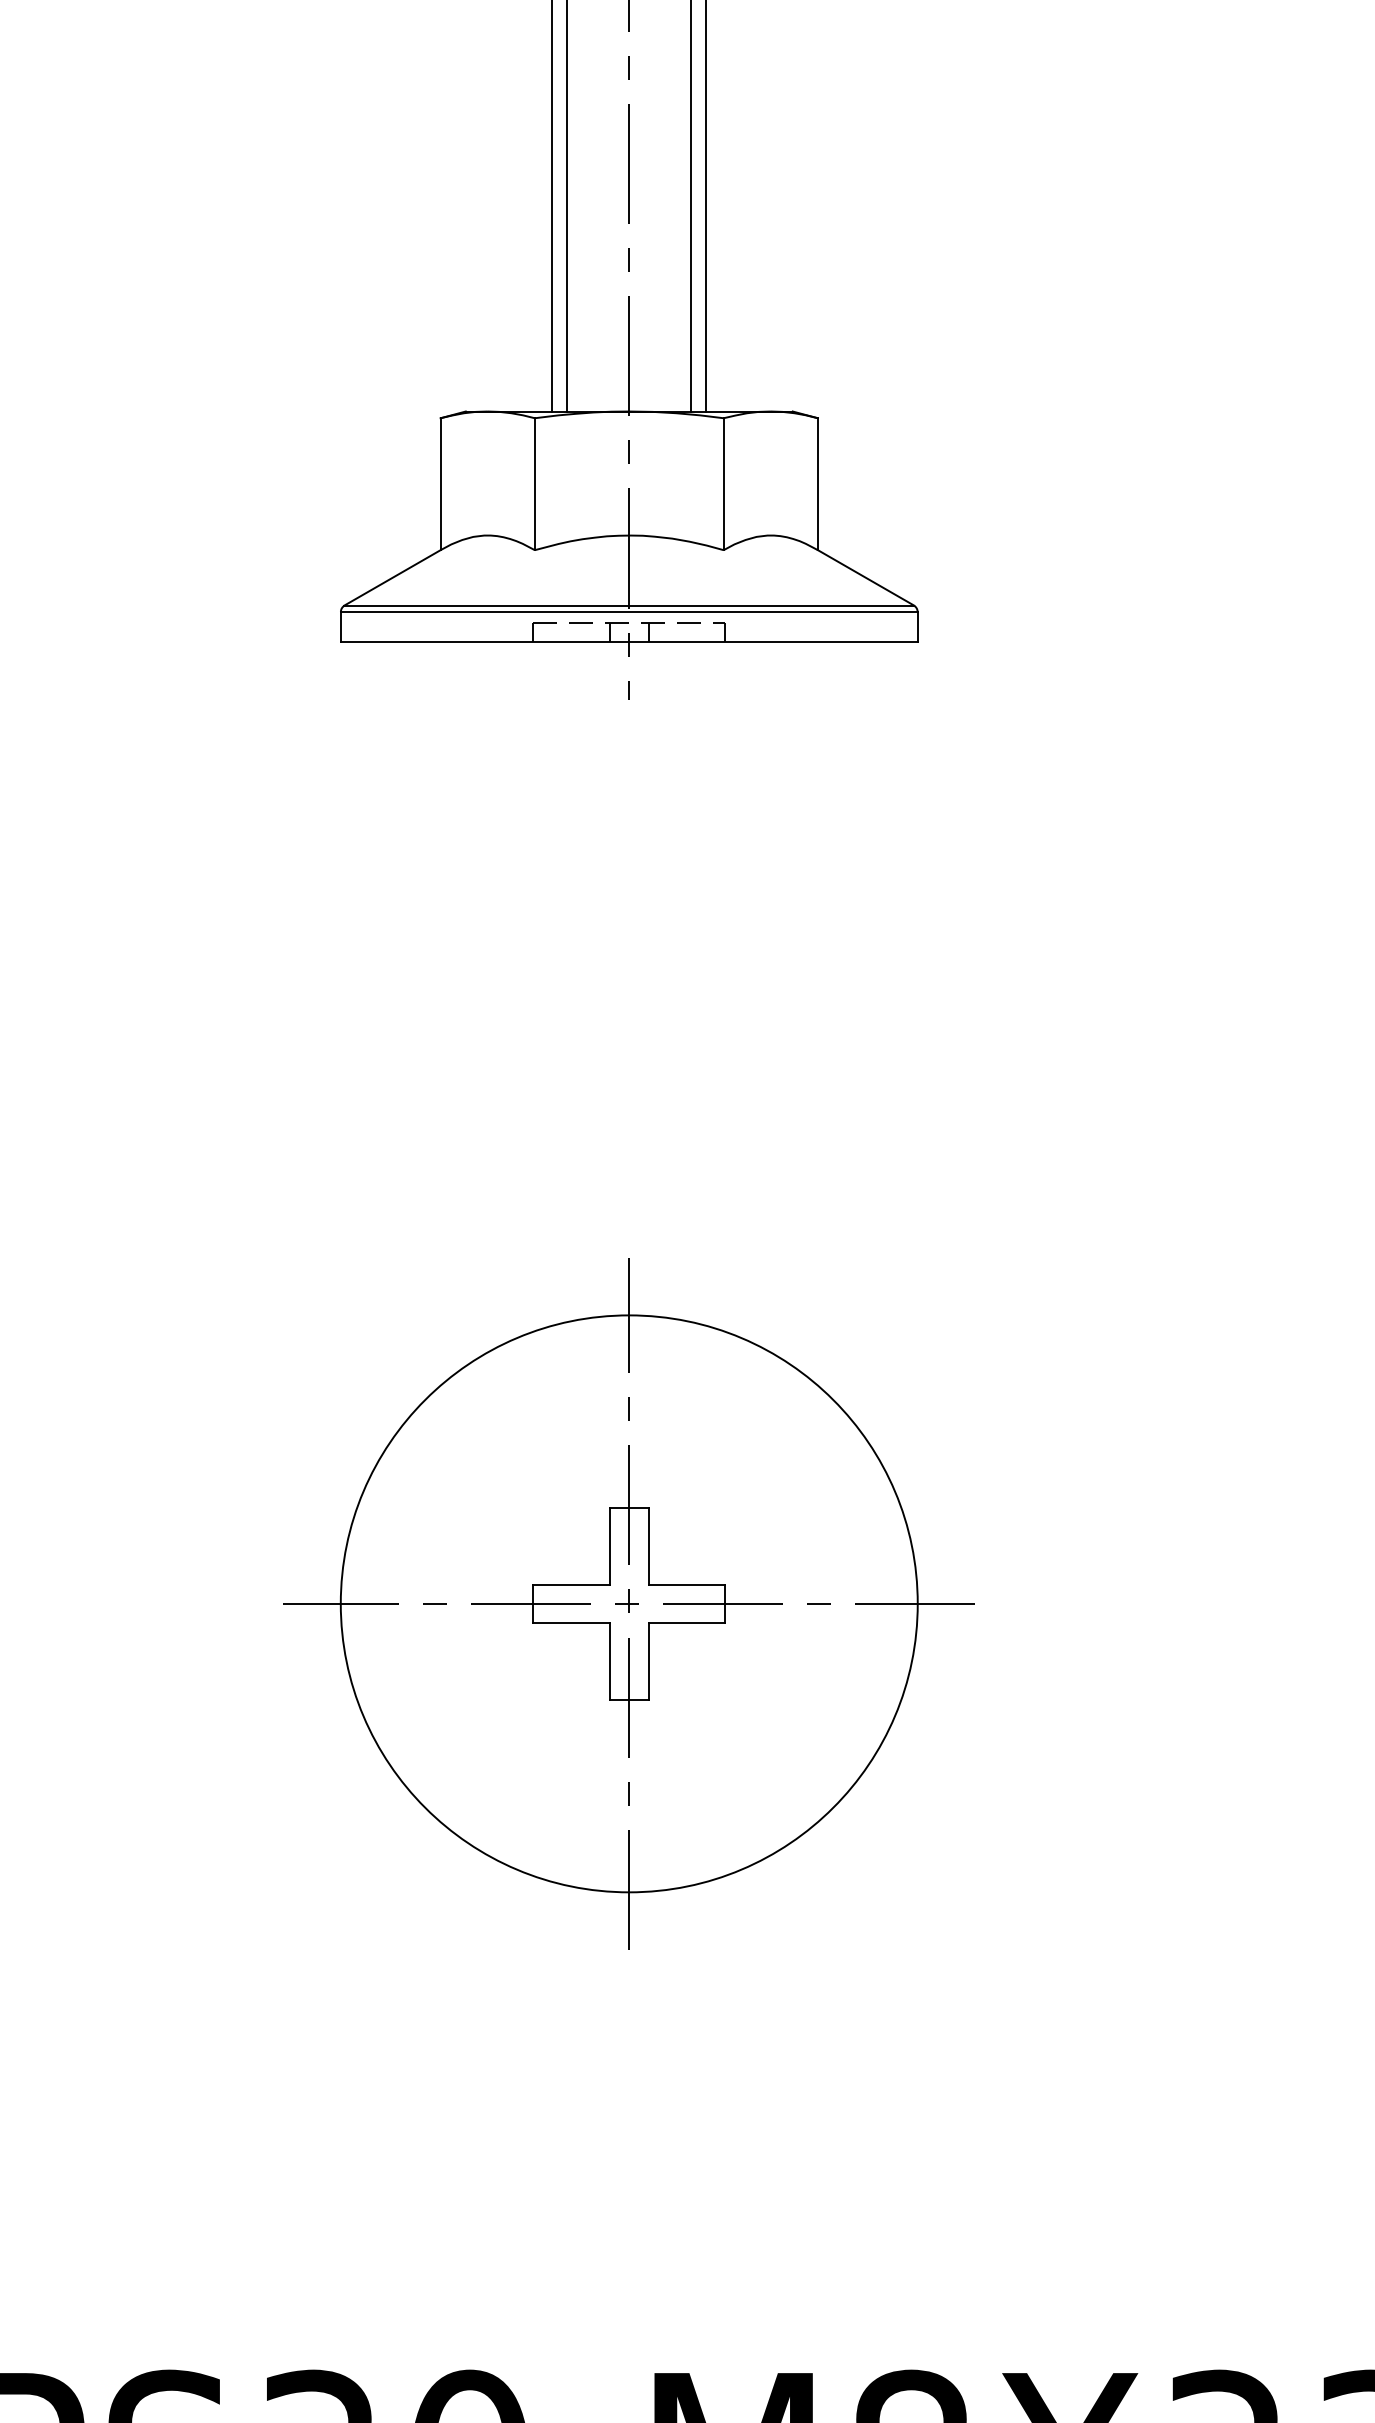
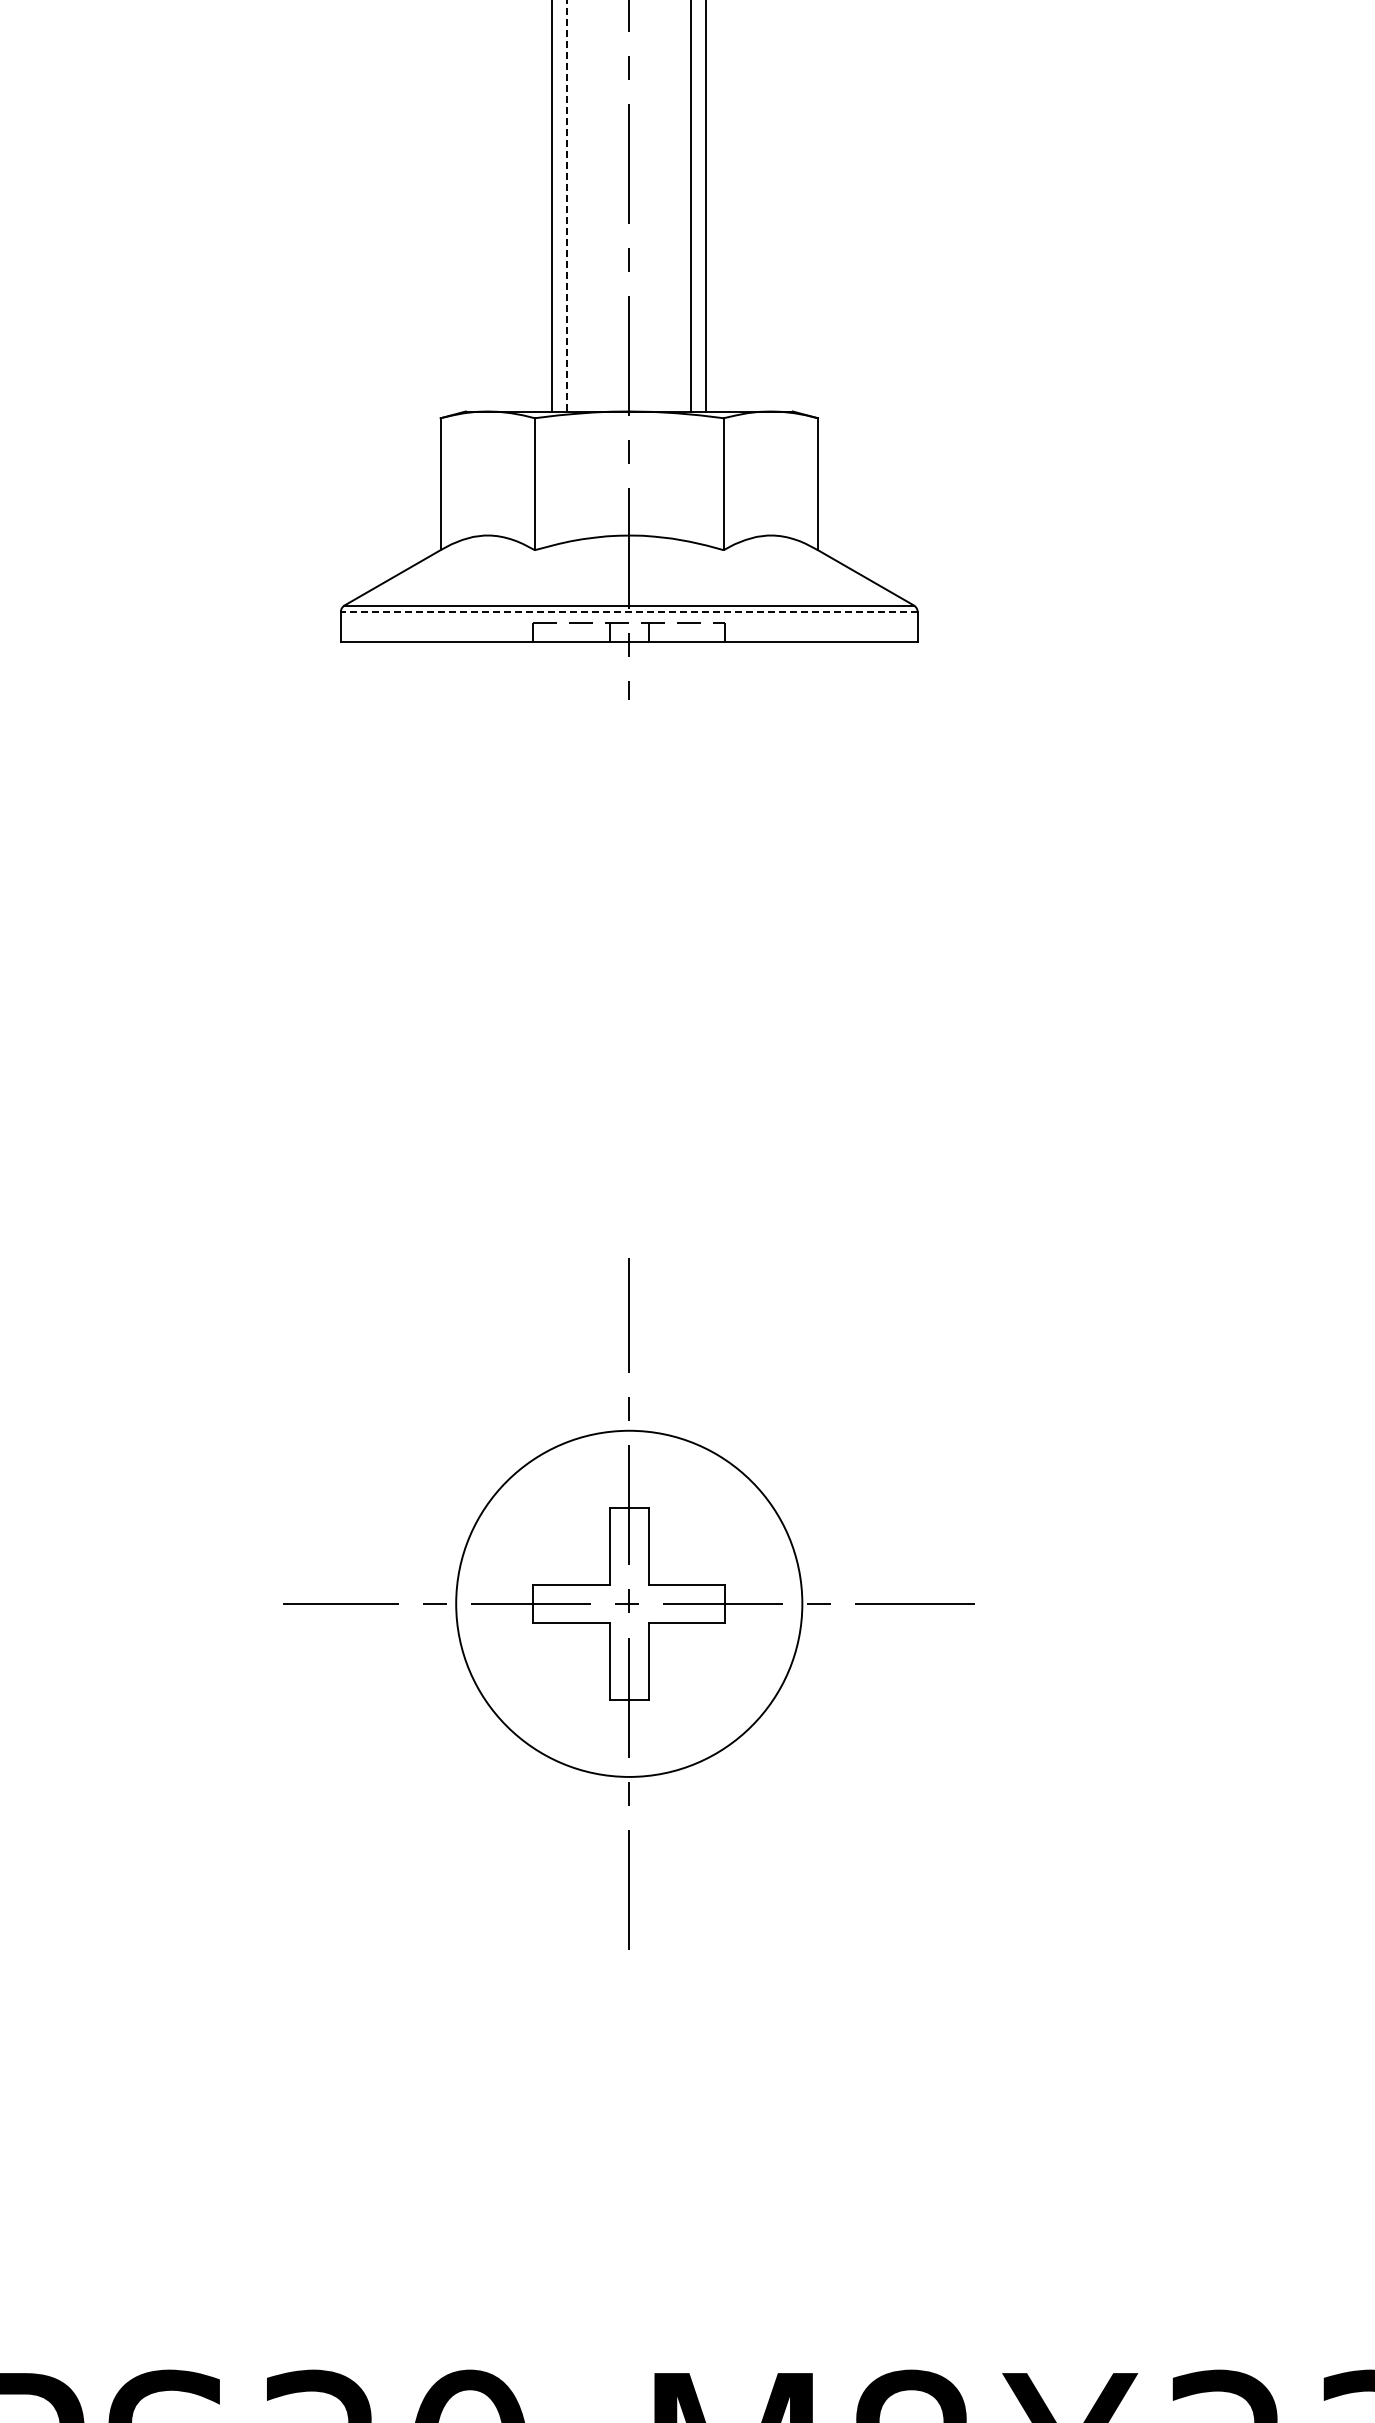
line at (567, 206): solid -> dashed
line at (628, 611): solid -> dashed
circle at (628, 1603) diameter: 577 px -> 346 px
